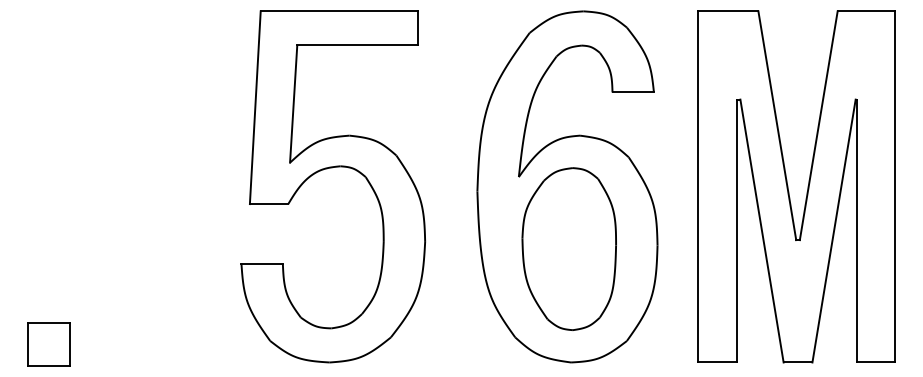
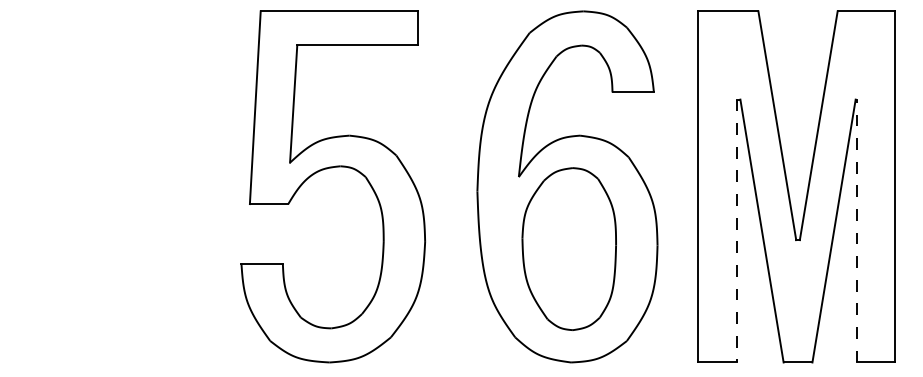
line at (856, 230): solid -> dashed
line at (736, 231): solid -> dashed
part at (48, 344): present -> none
